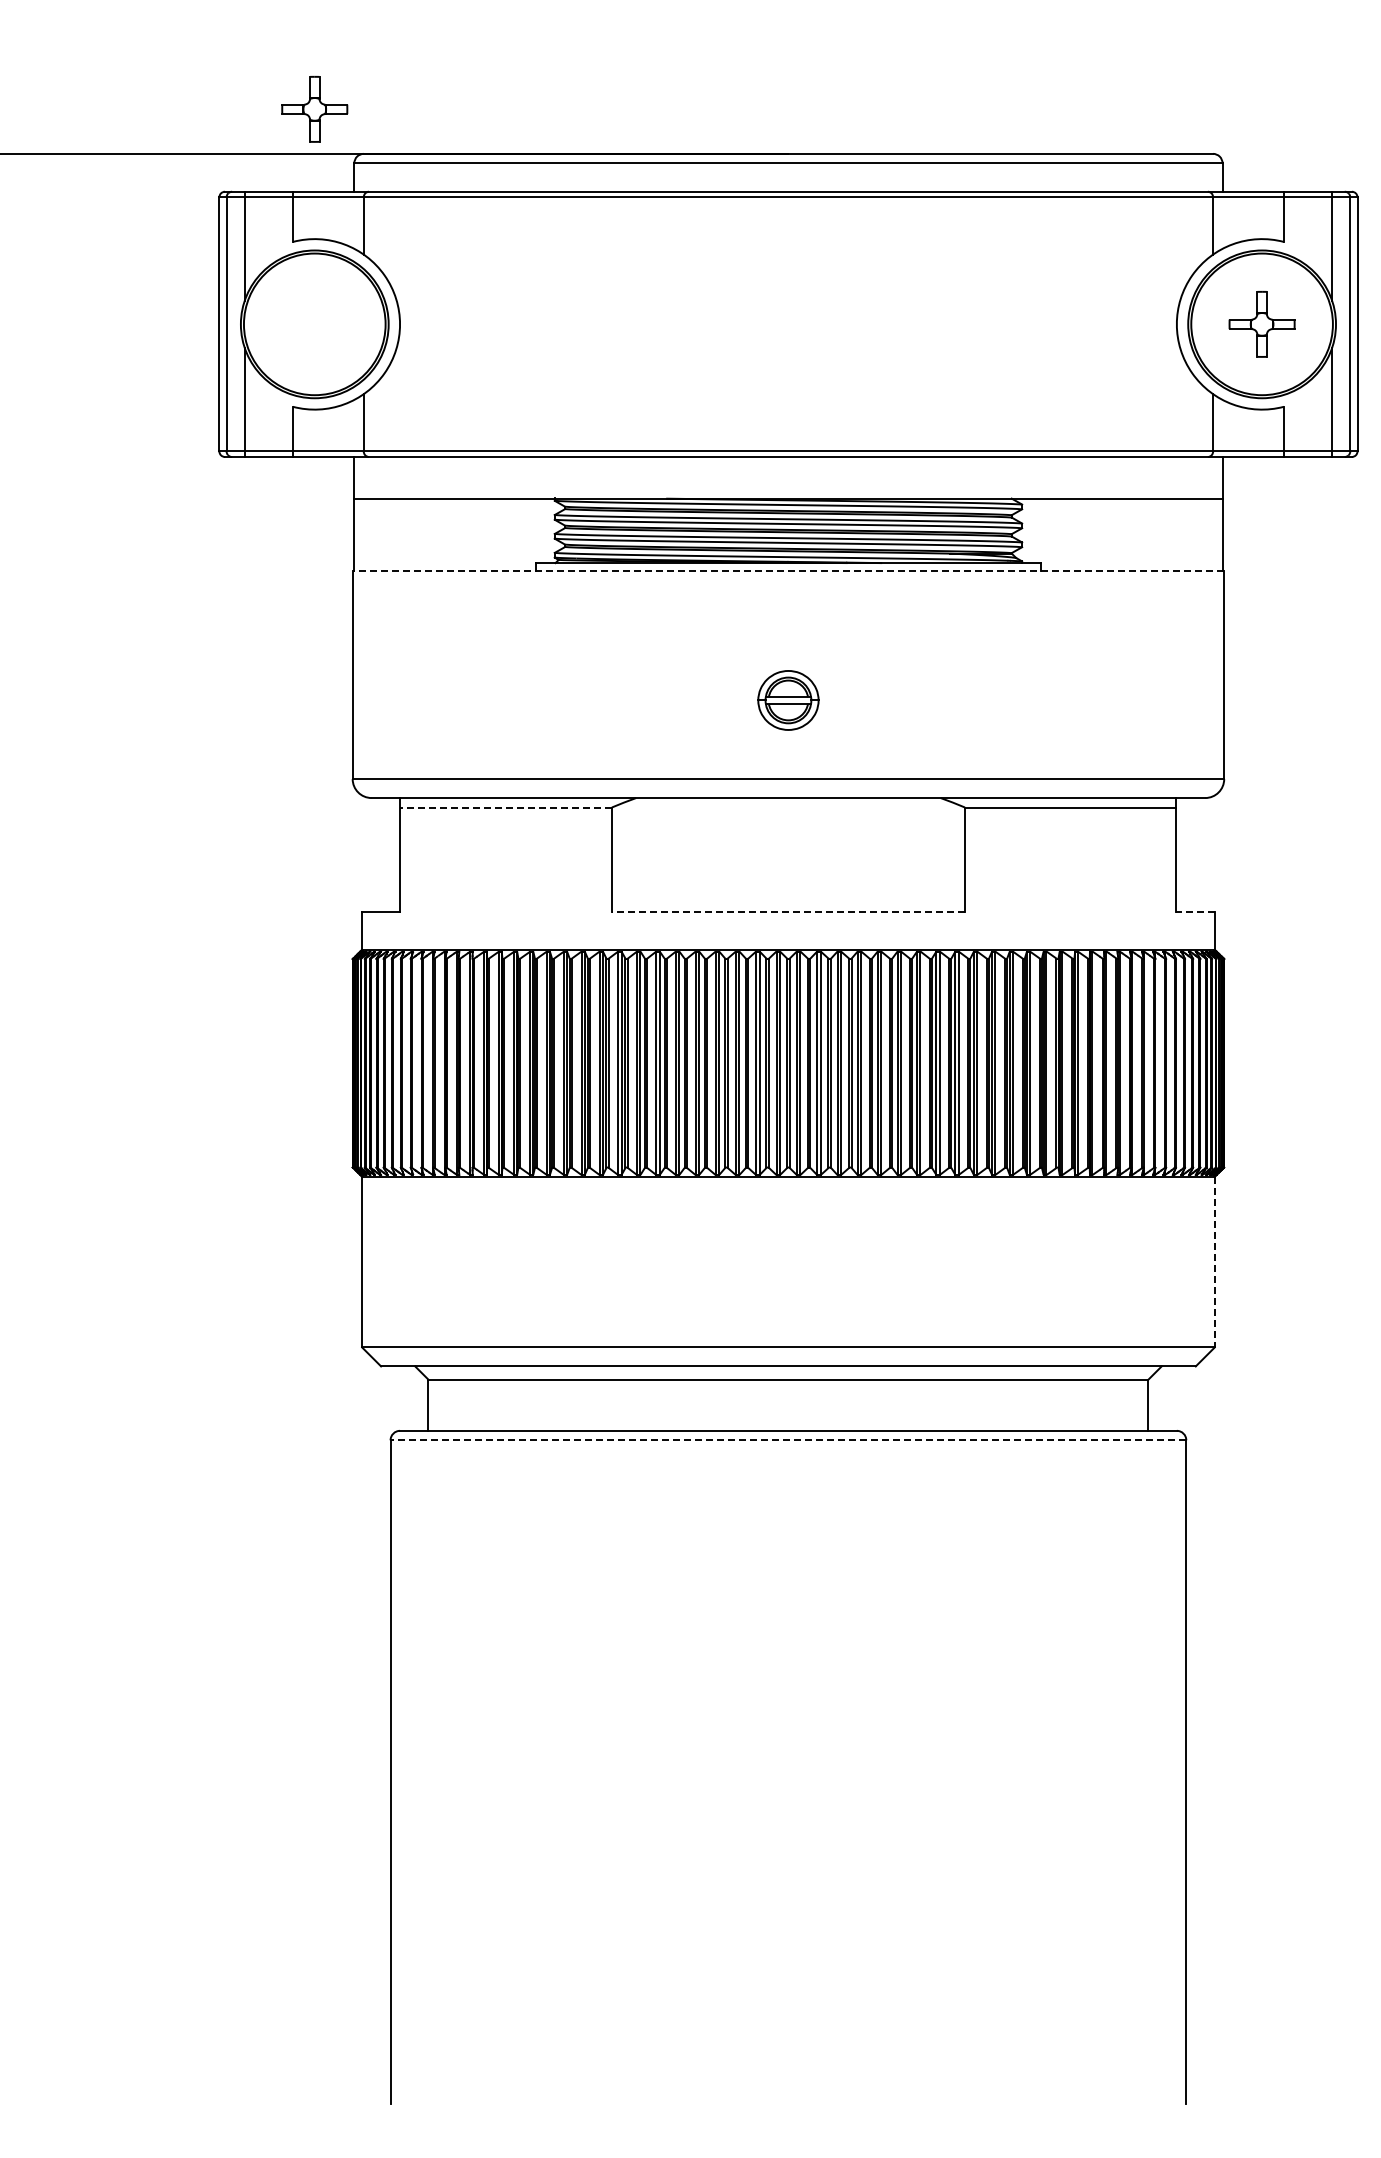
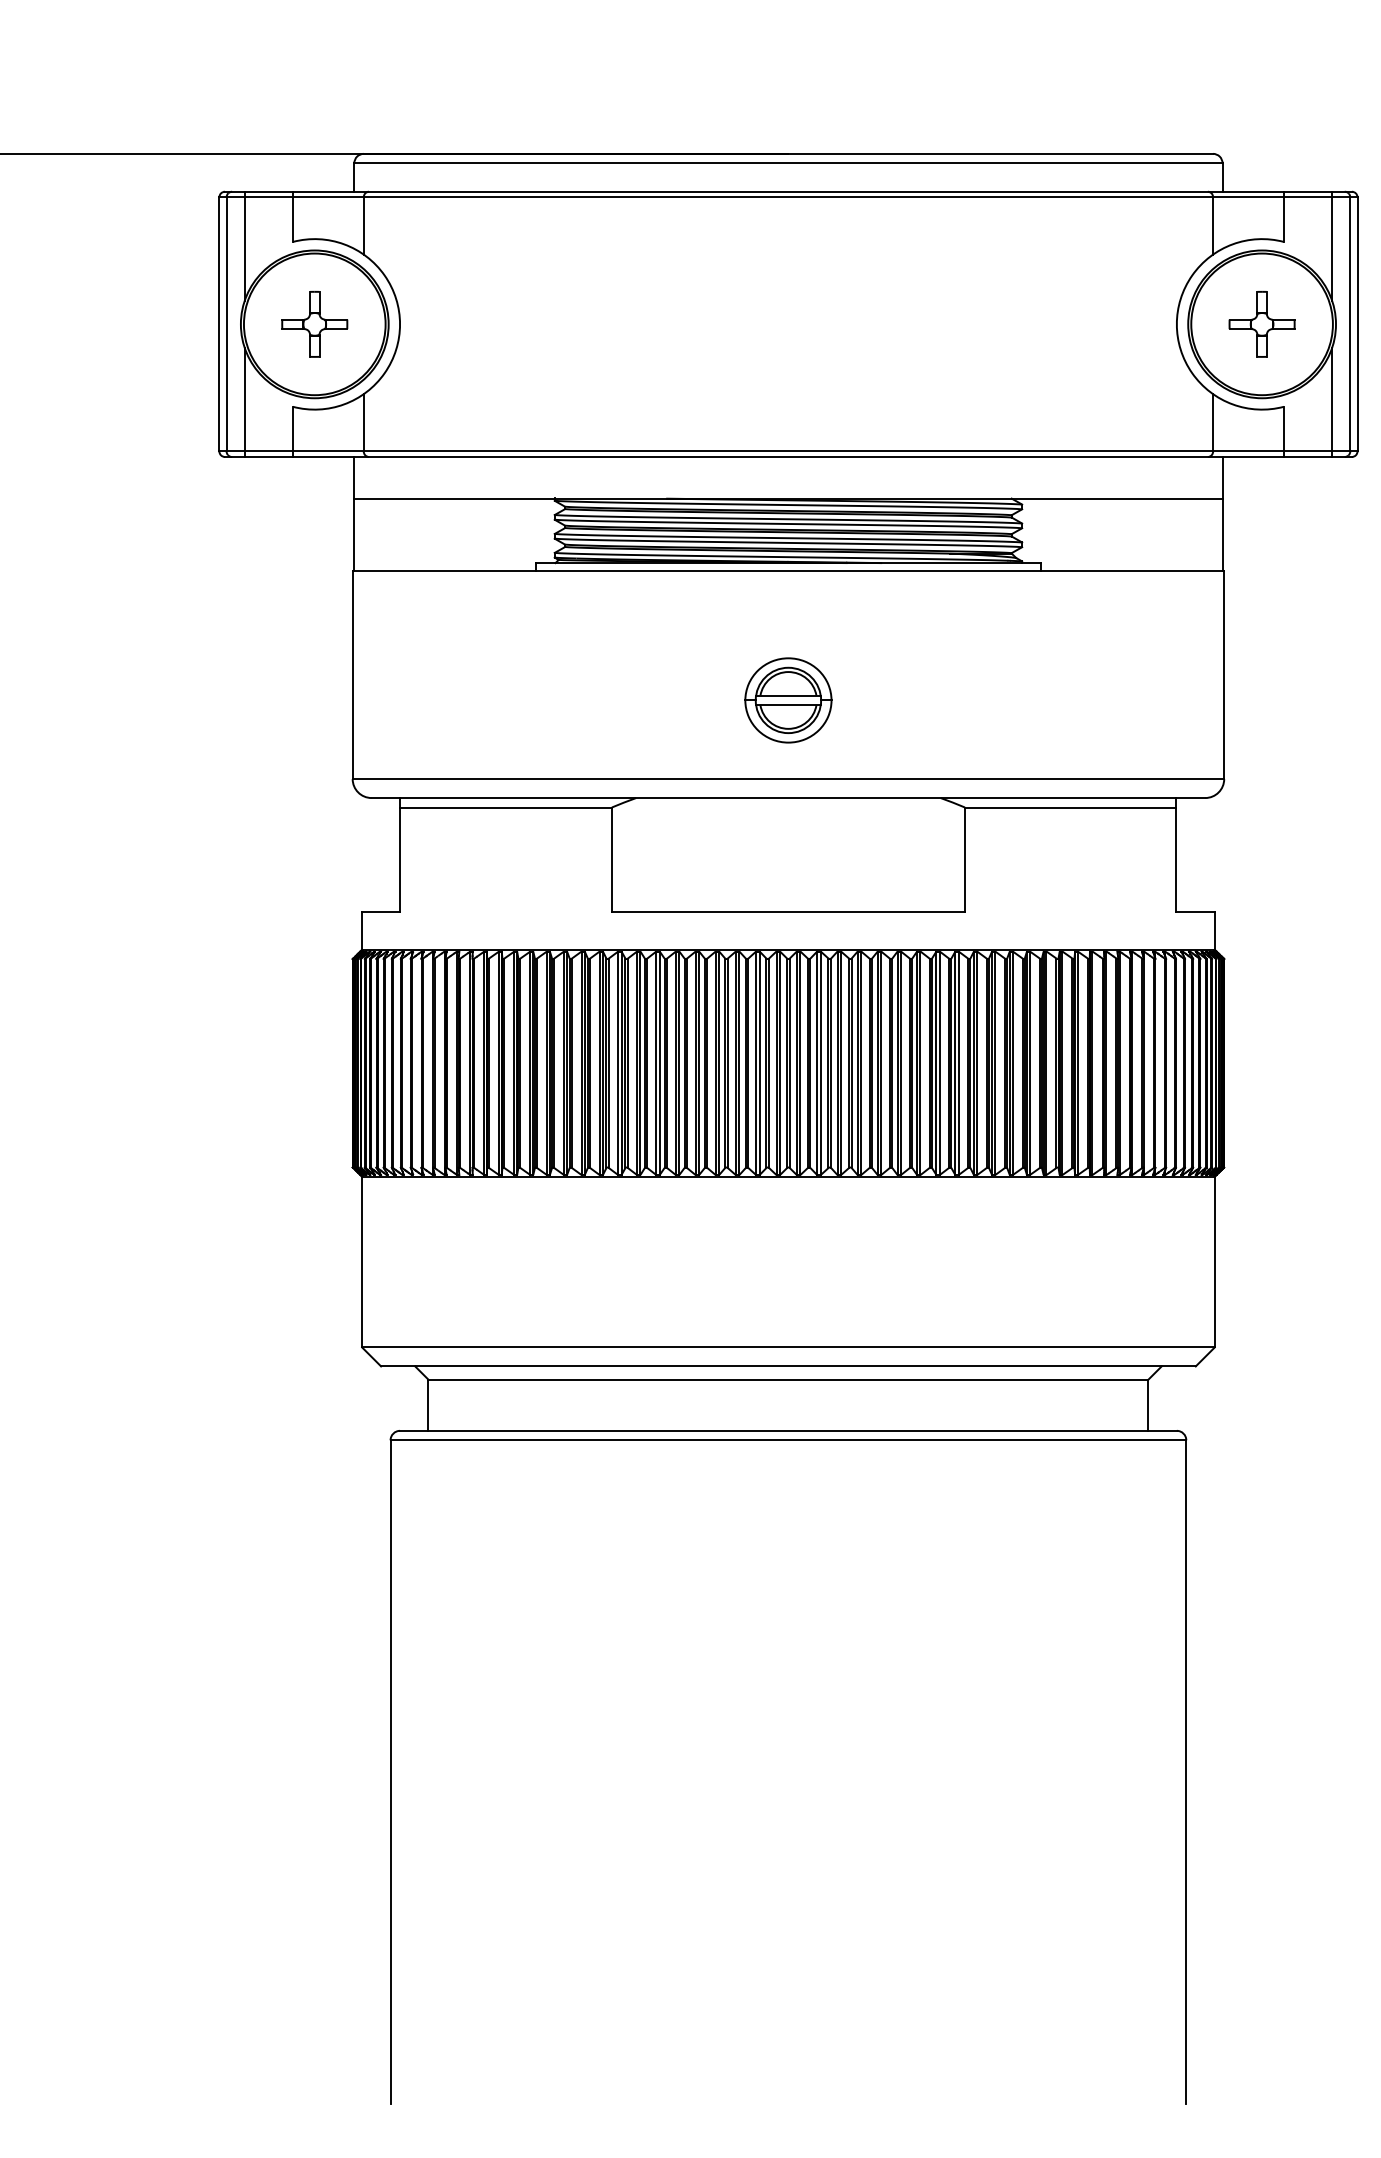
part at (314, 109) position: (314, 109) -> (314, 324)
line at (788, 570): dashed -> solid
part at (788, 700) size: 63x61 px -> 89x87 px
line at (506, 807): dashed -> solid
line at (788, 911): dashed -> solid
line at (1195, 911): dashed -> solid
line at (1214, 1262): dashed -> solid
line at (788, 1440): dashed -> solid
